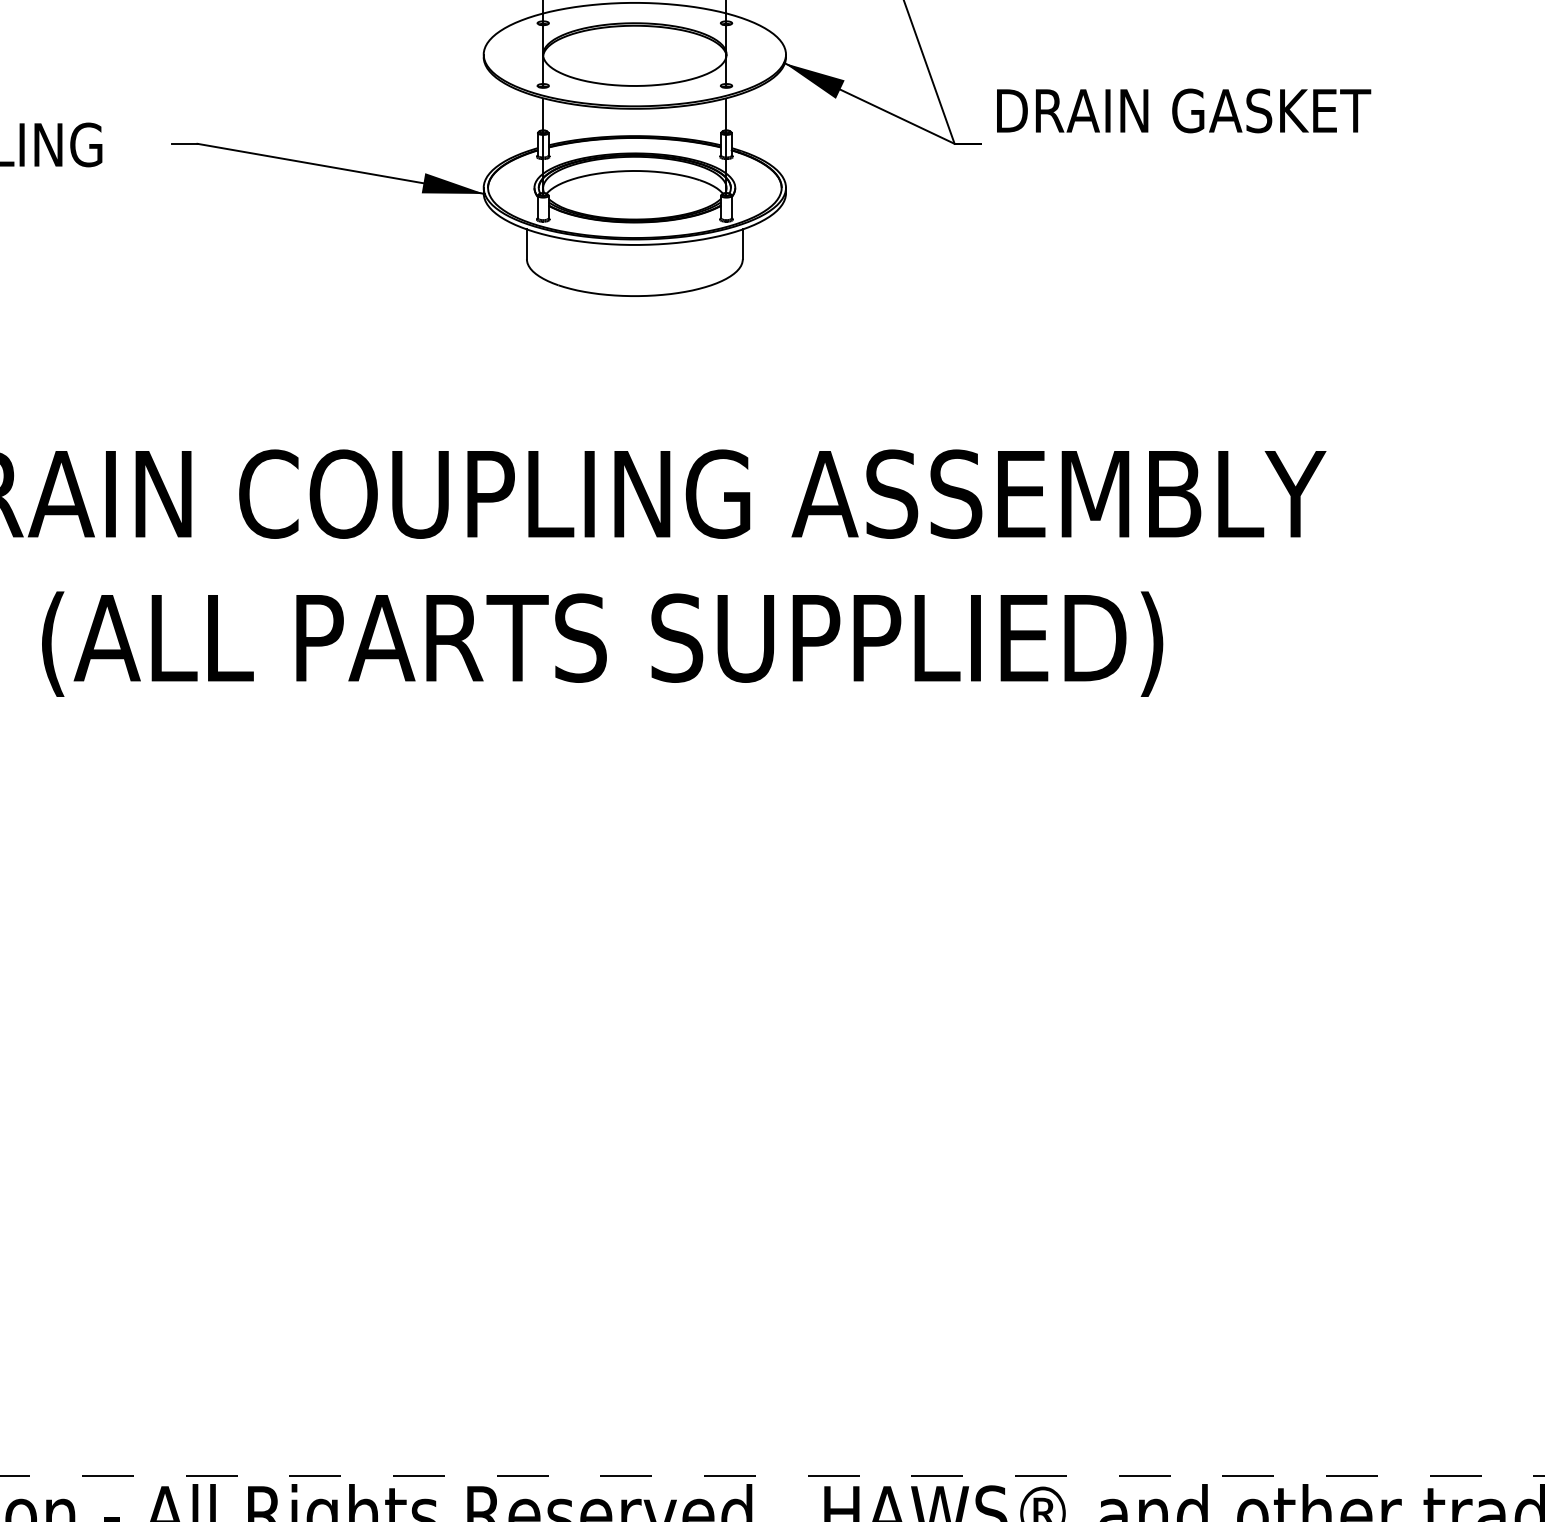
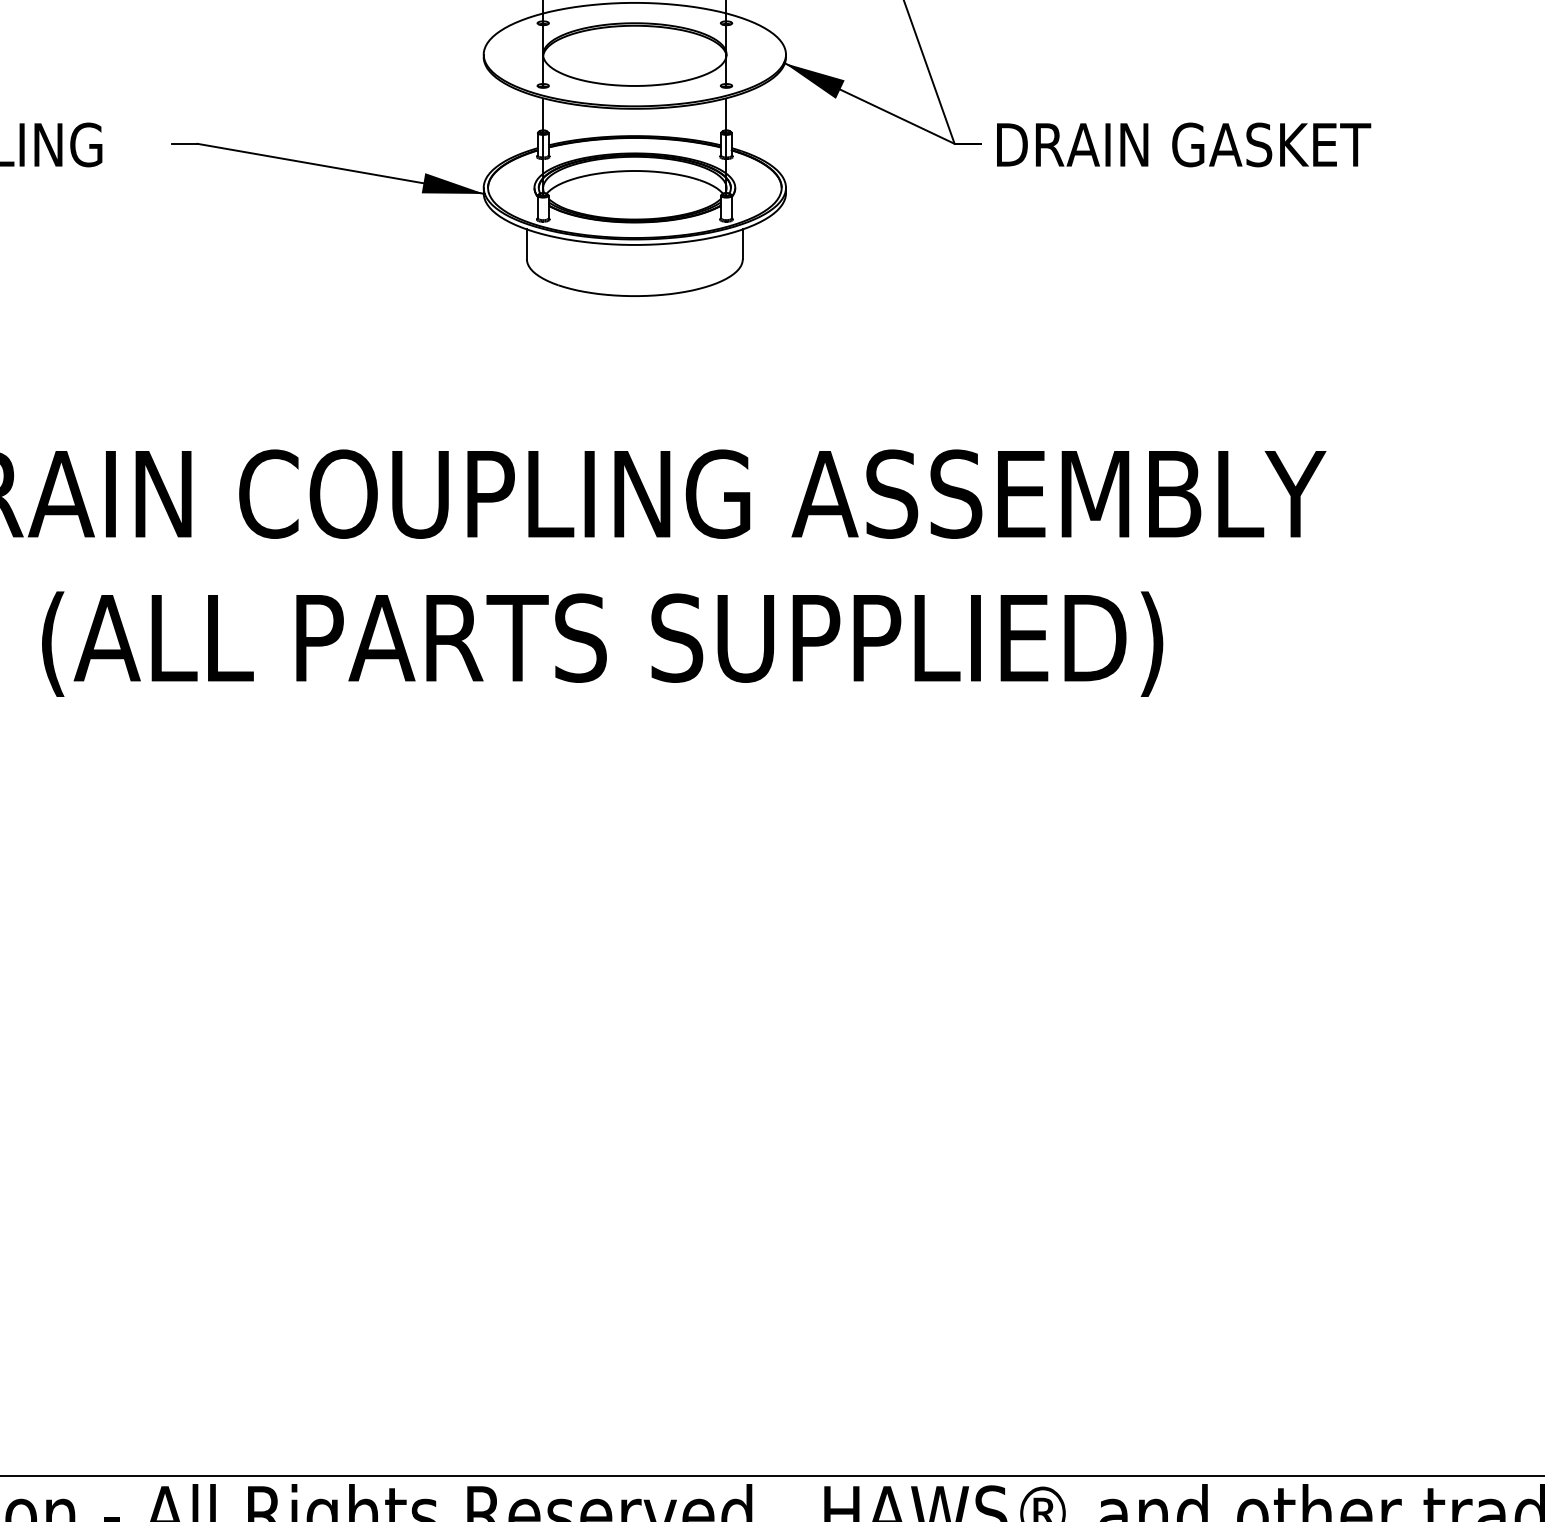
text at (1184, 110) position: (1184, 110) -> (1184, 144)
line at (772, 1475): dashed -> solid
